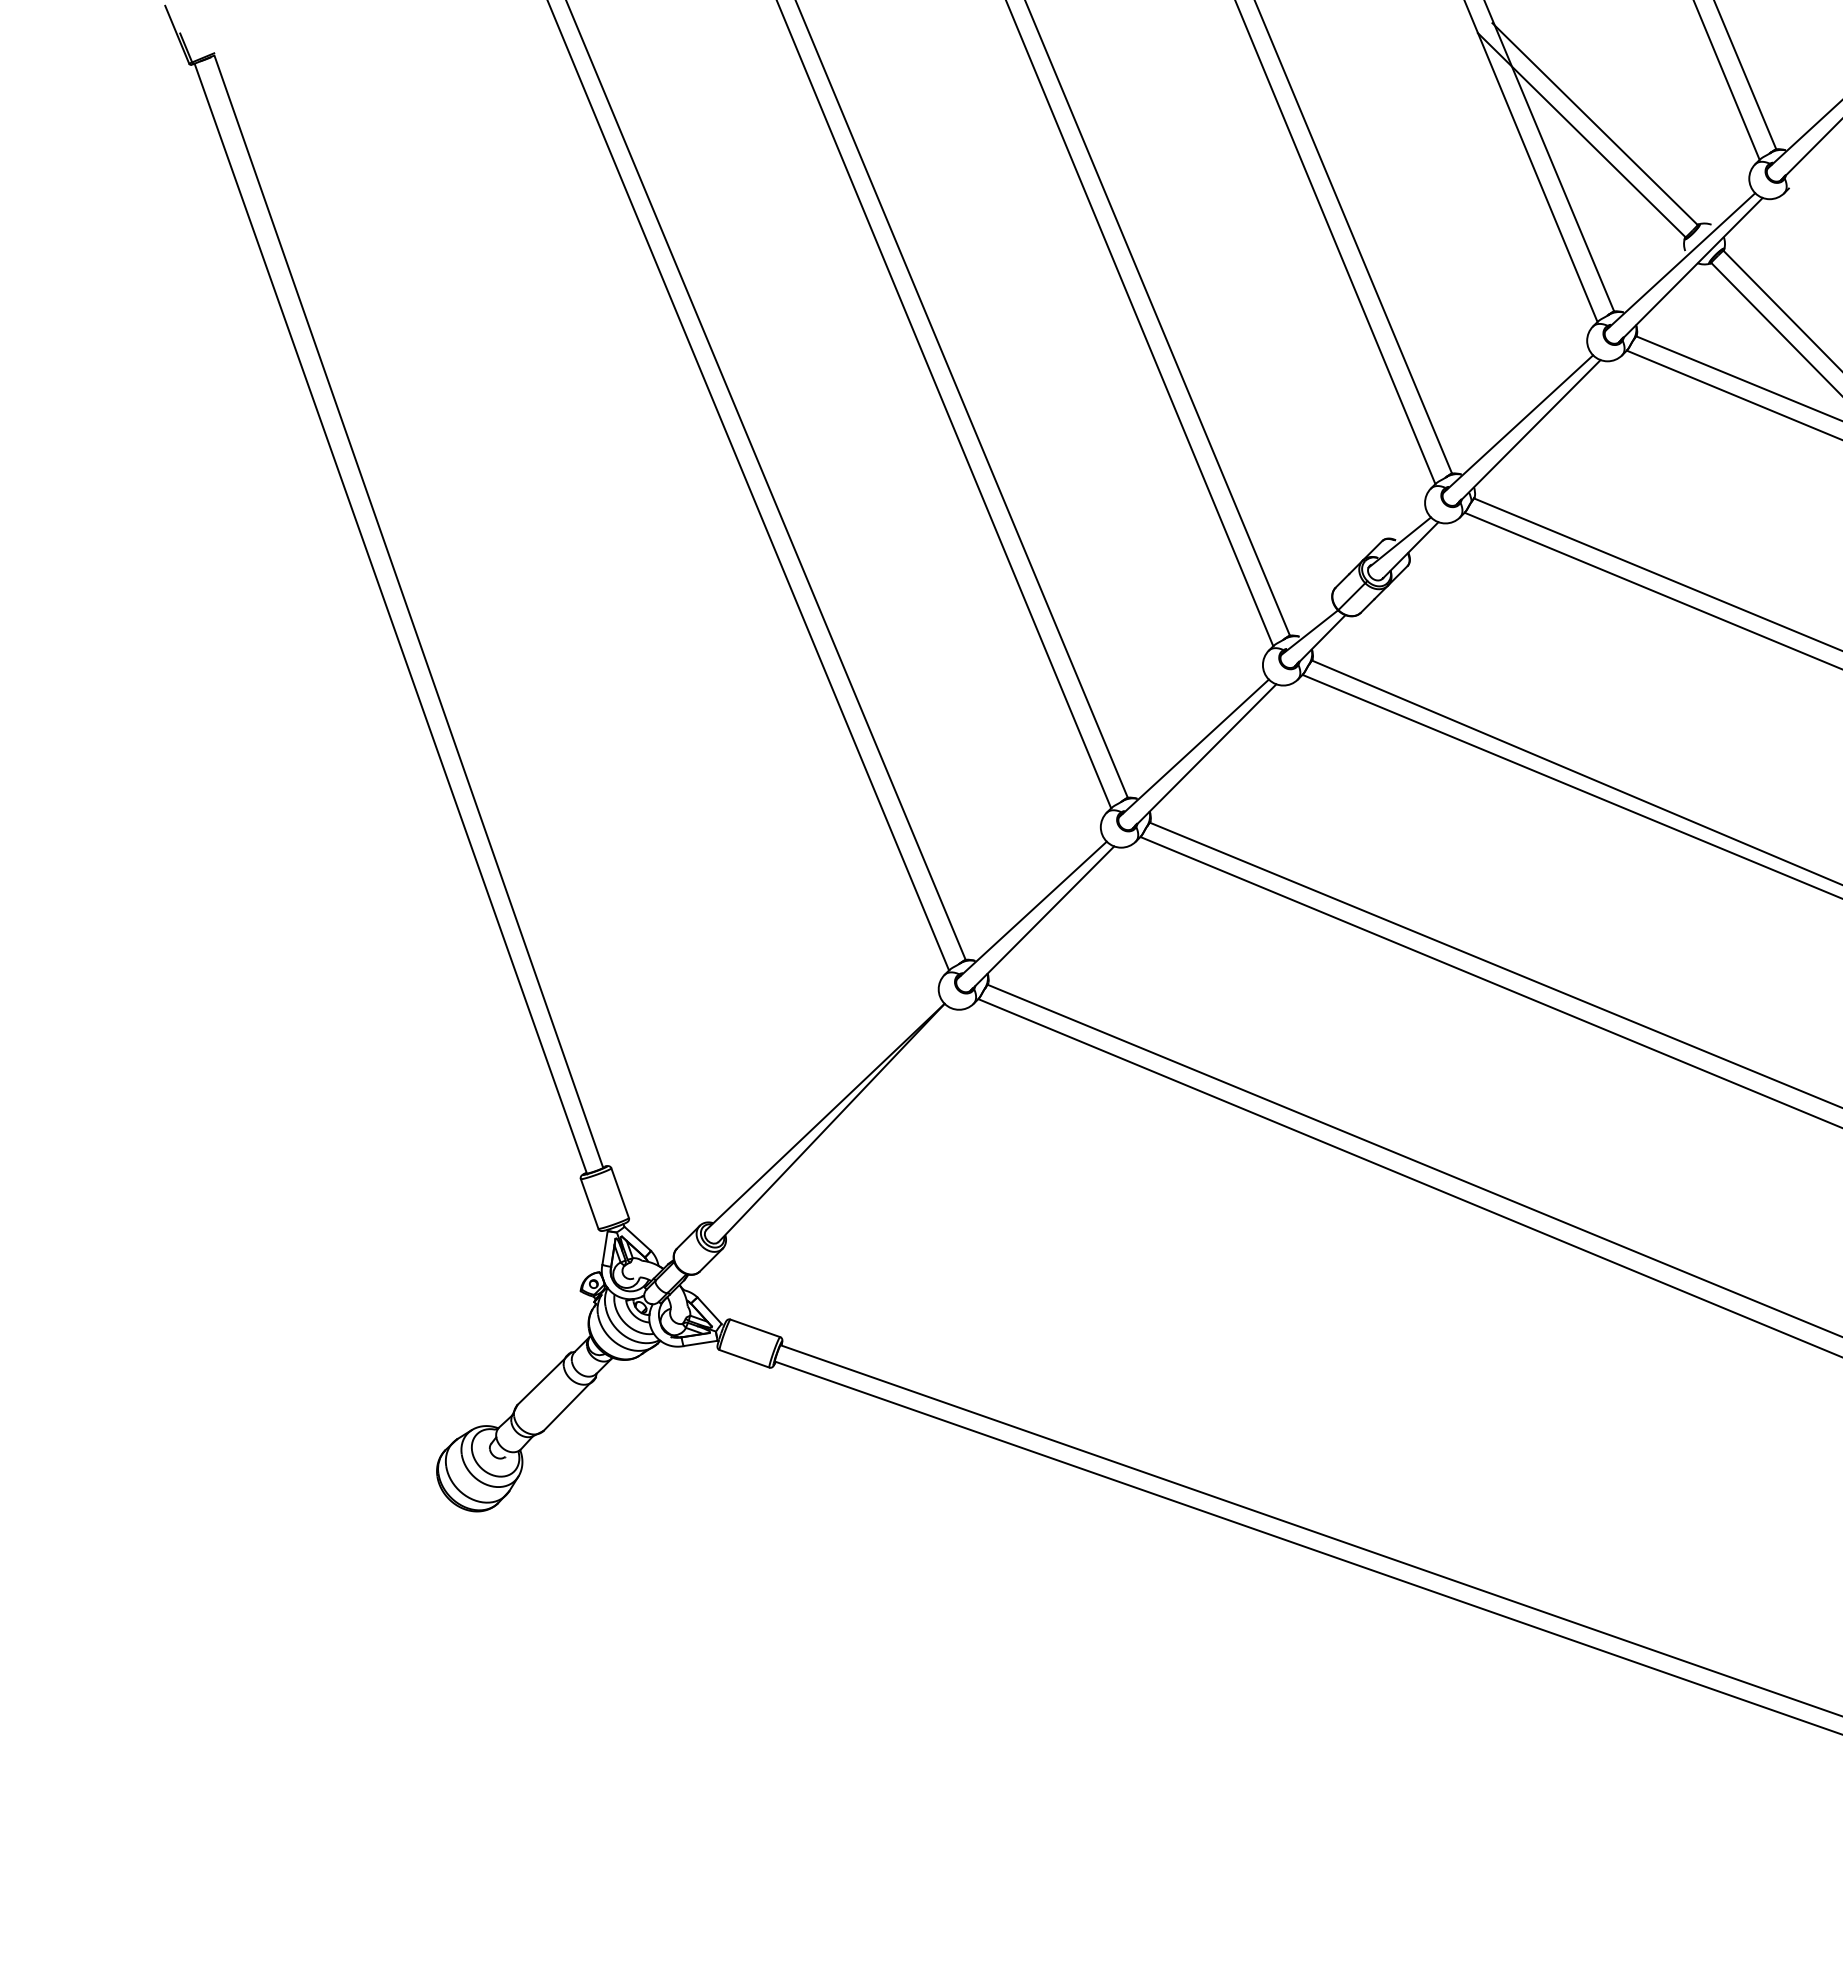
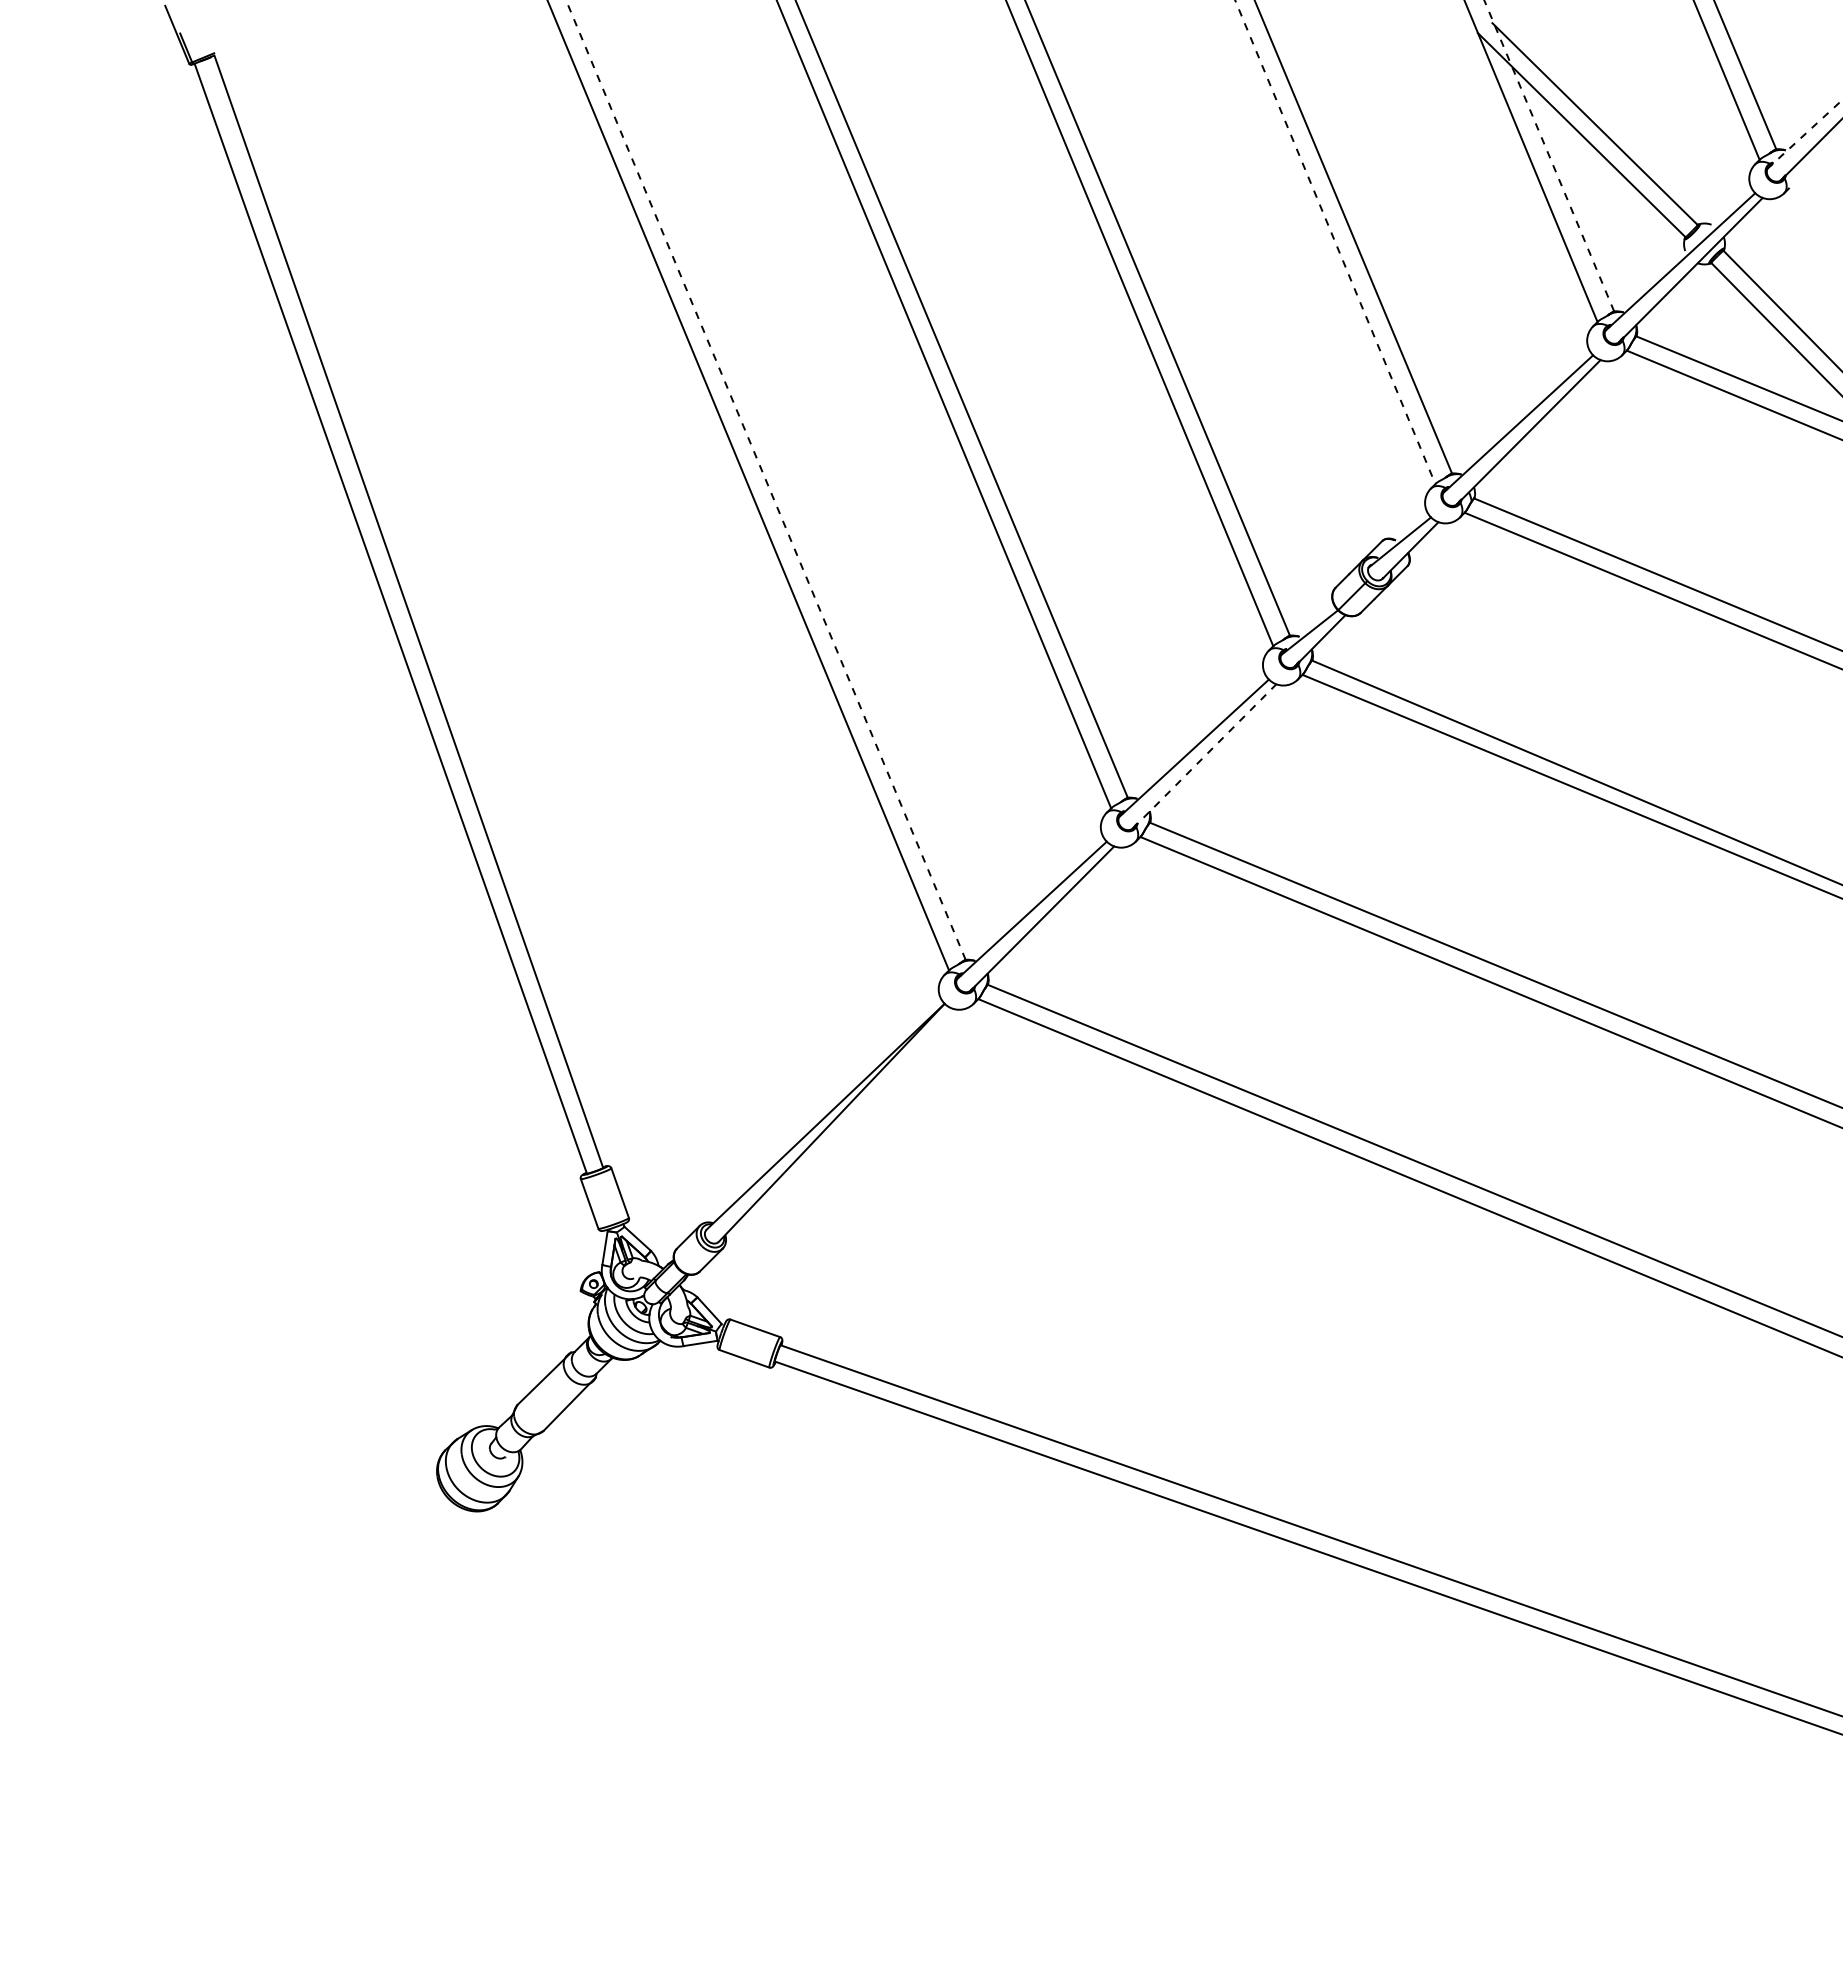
line at (1804, 134): solid -> dashed
line at (1549, 155): solid -> dashed
line at (1335, 242): solid -> dashed
line at (765, 480): solid -> dashed
line at (1204, 756): solid -> dashed
